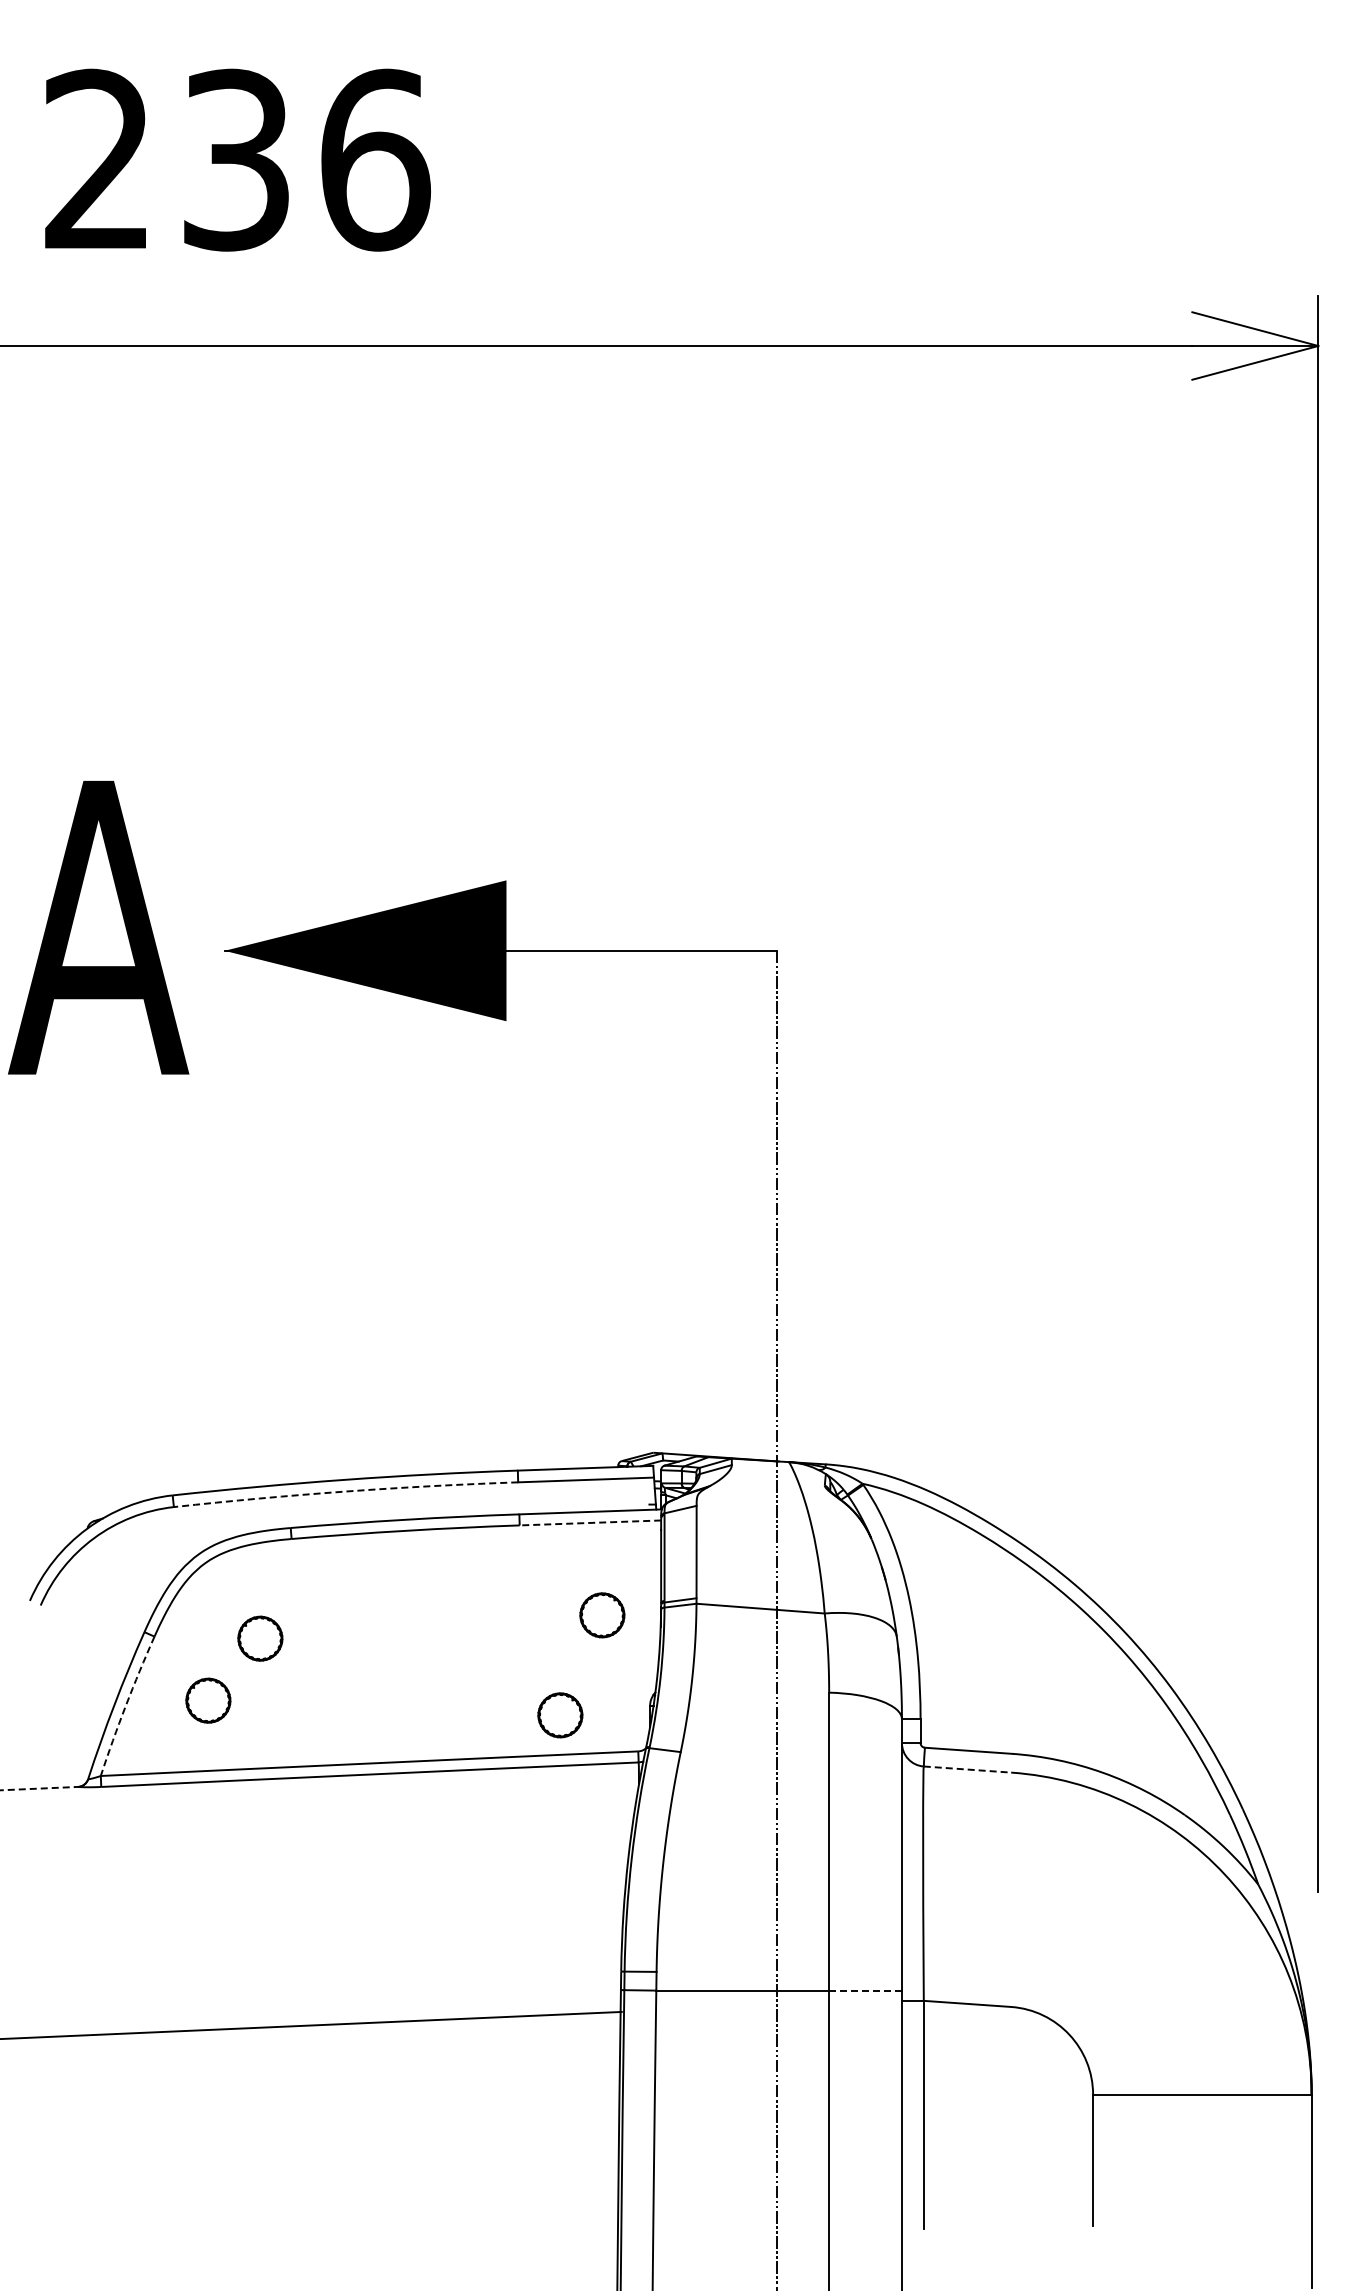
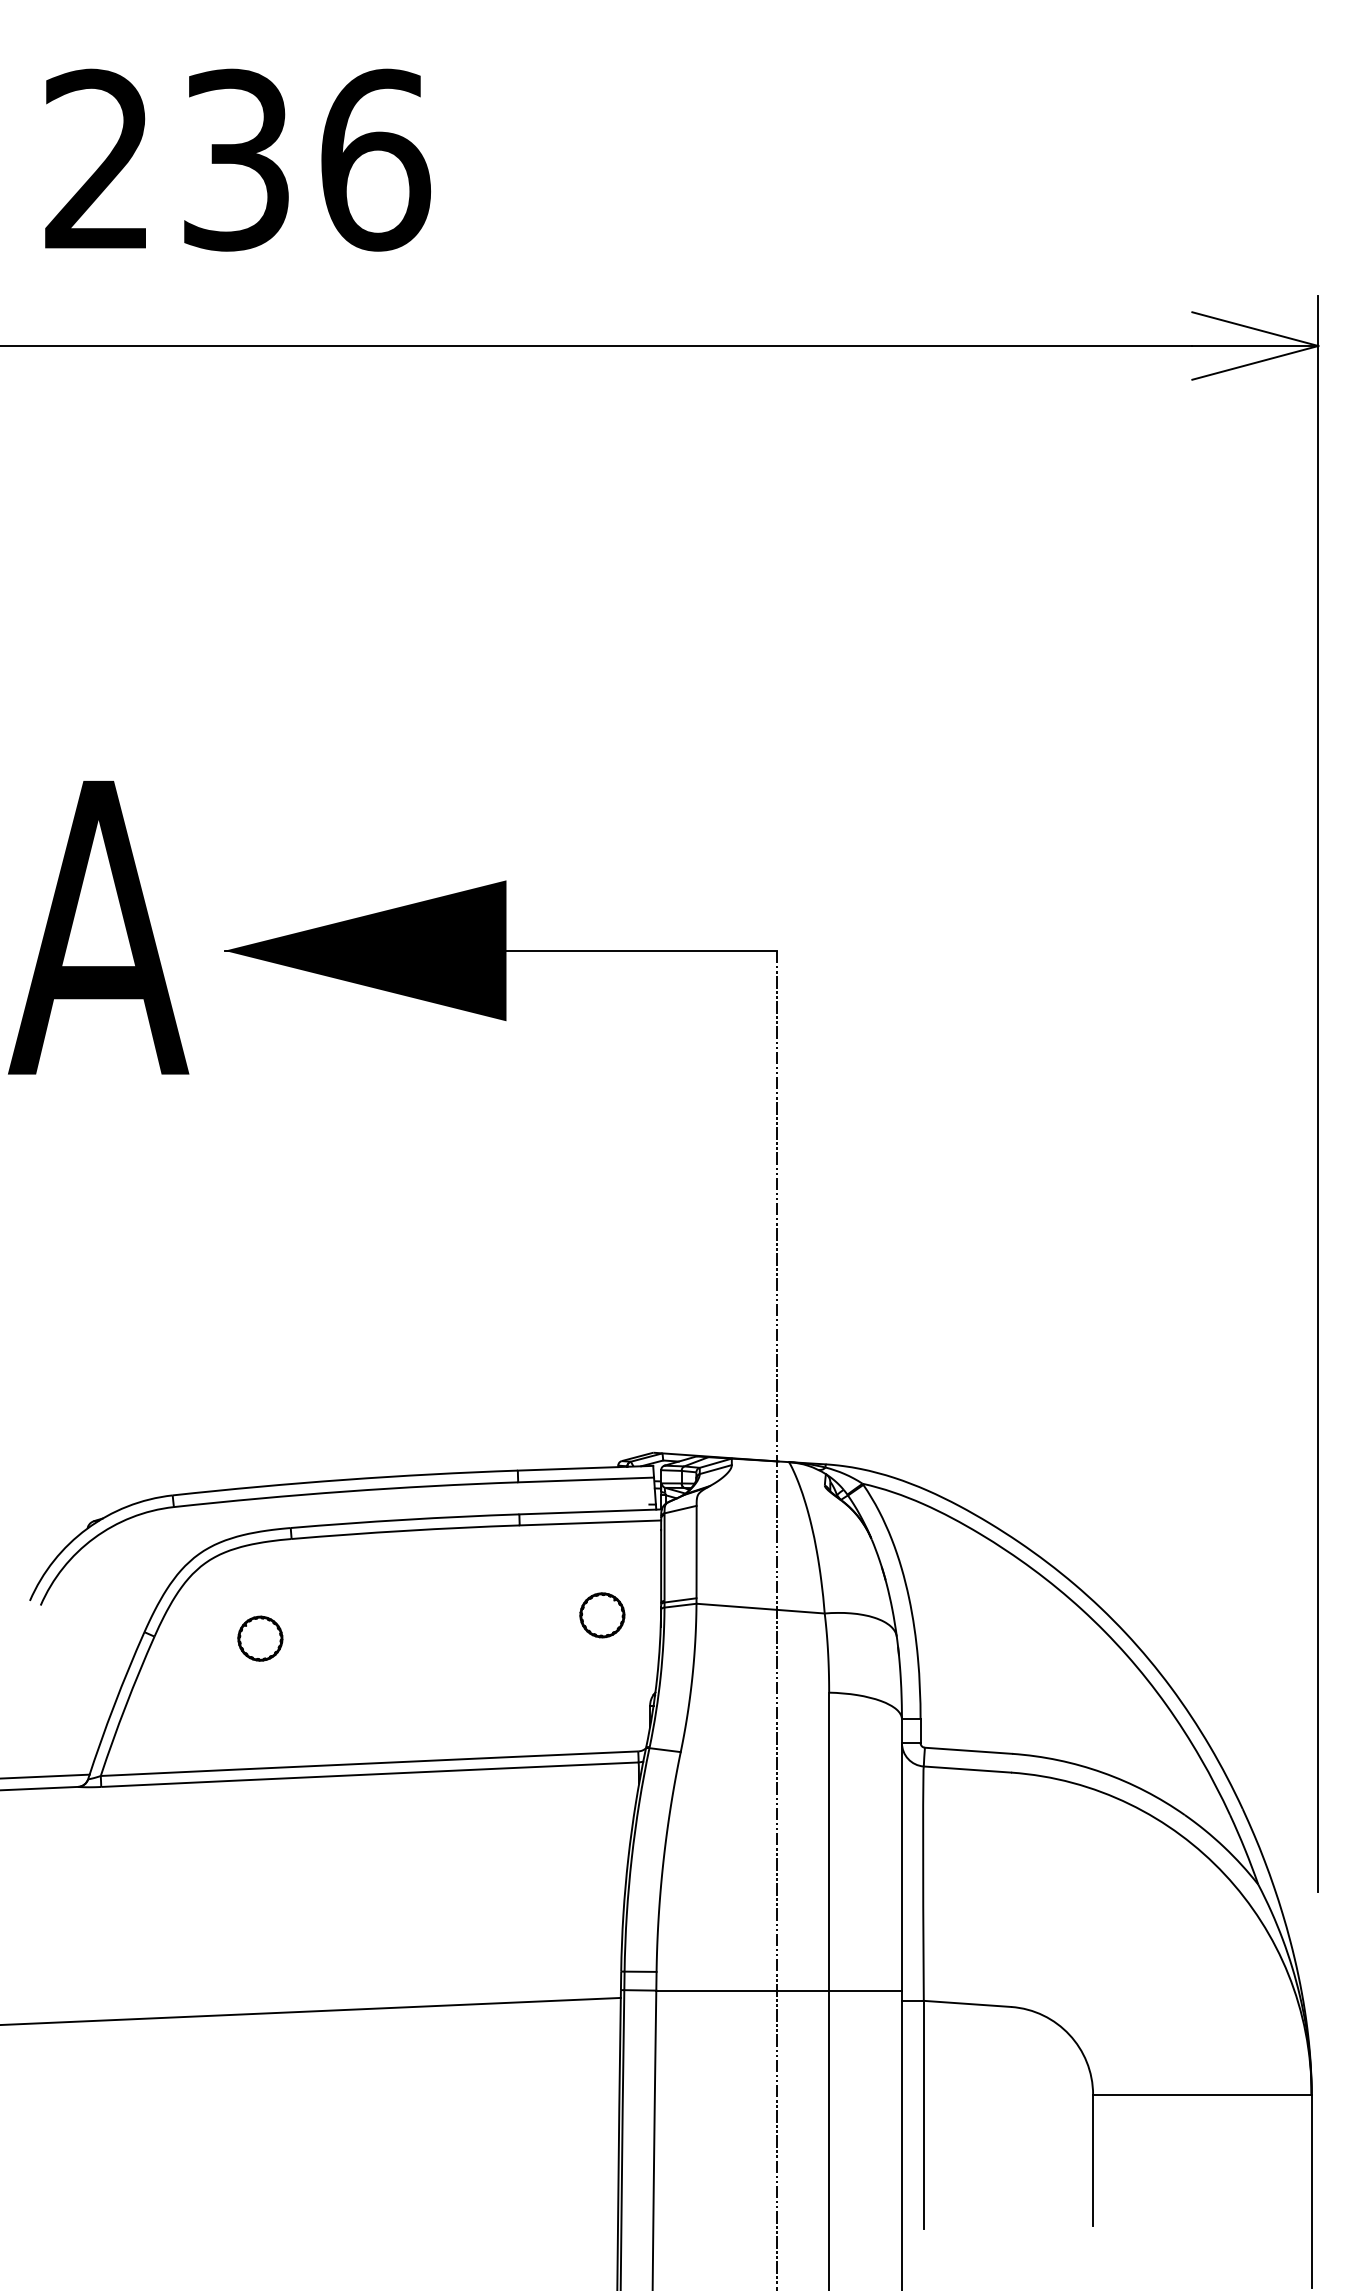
arc at (345, 1491): dashed -> solid
line at (590, 1522): dashed -> solid
part at (208, 1700): present -> none
arc at (125, 1705): dashed -> solid
part at (560, 1715): present -> none
line at (967, 1769): dashed -> solid
line at (45, 1776): none -> present
line at (39, 1788): dashed -> solid
line at (865, 1990): dashed -> solid
line at (311, 2025) position: (311, 2025) -> (311, 2010)
